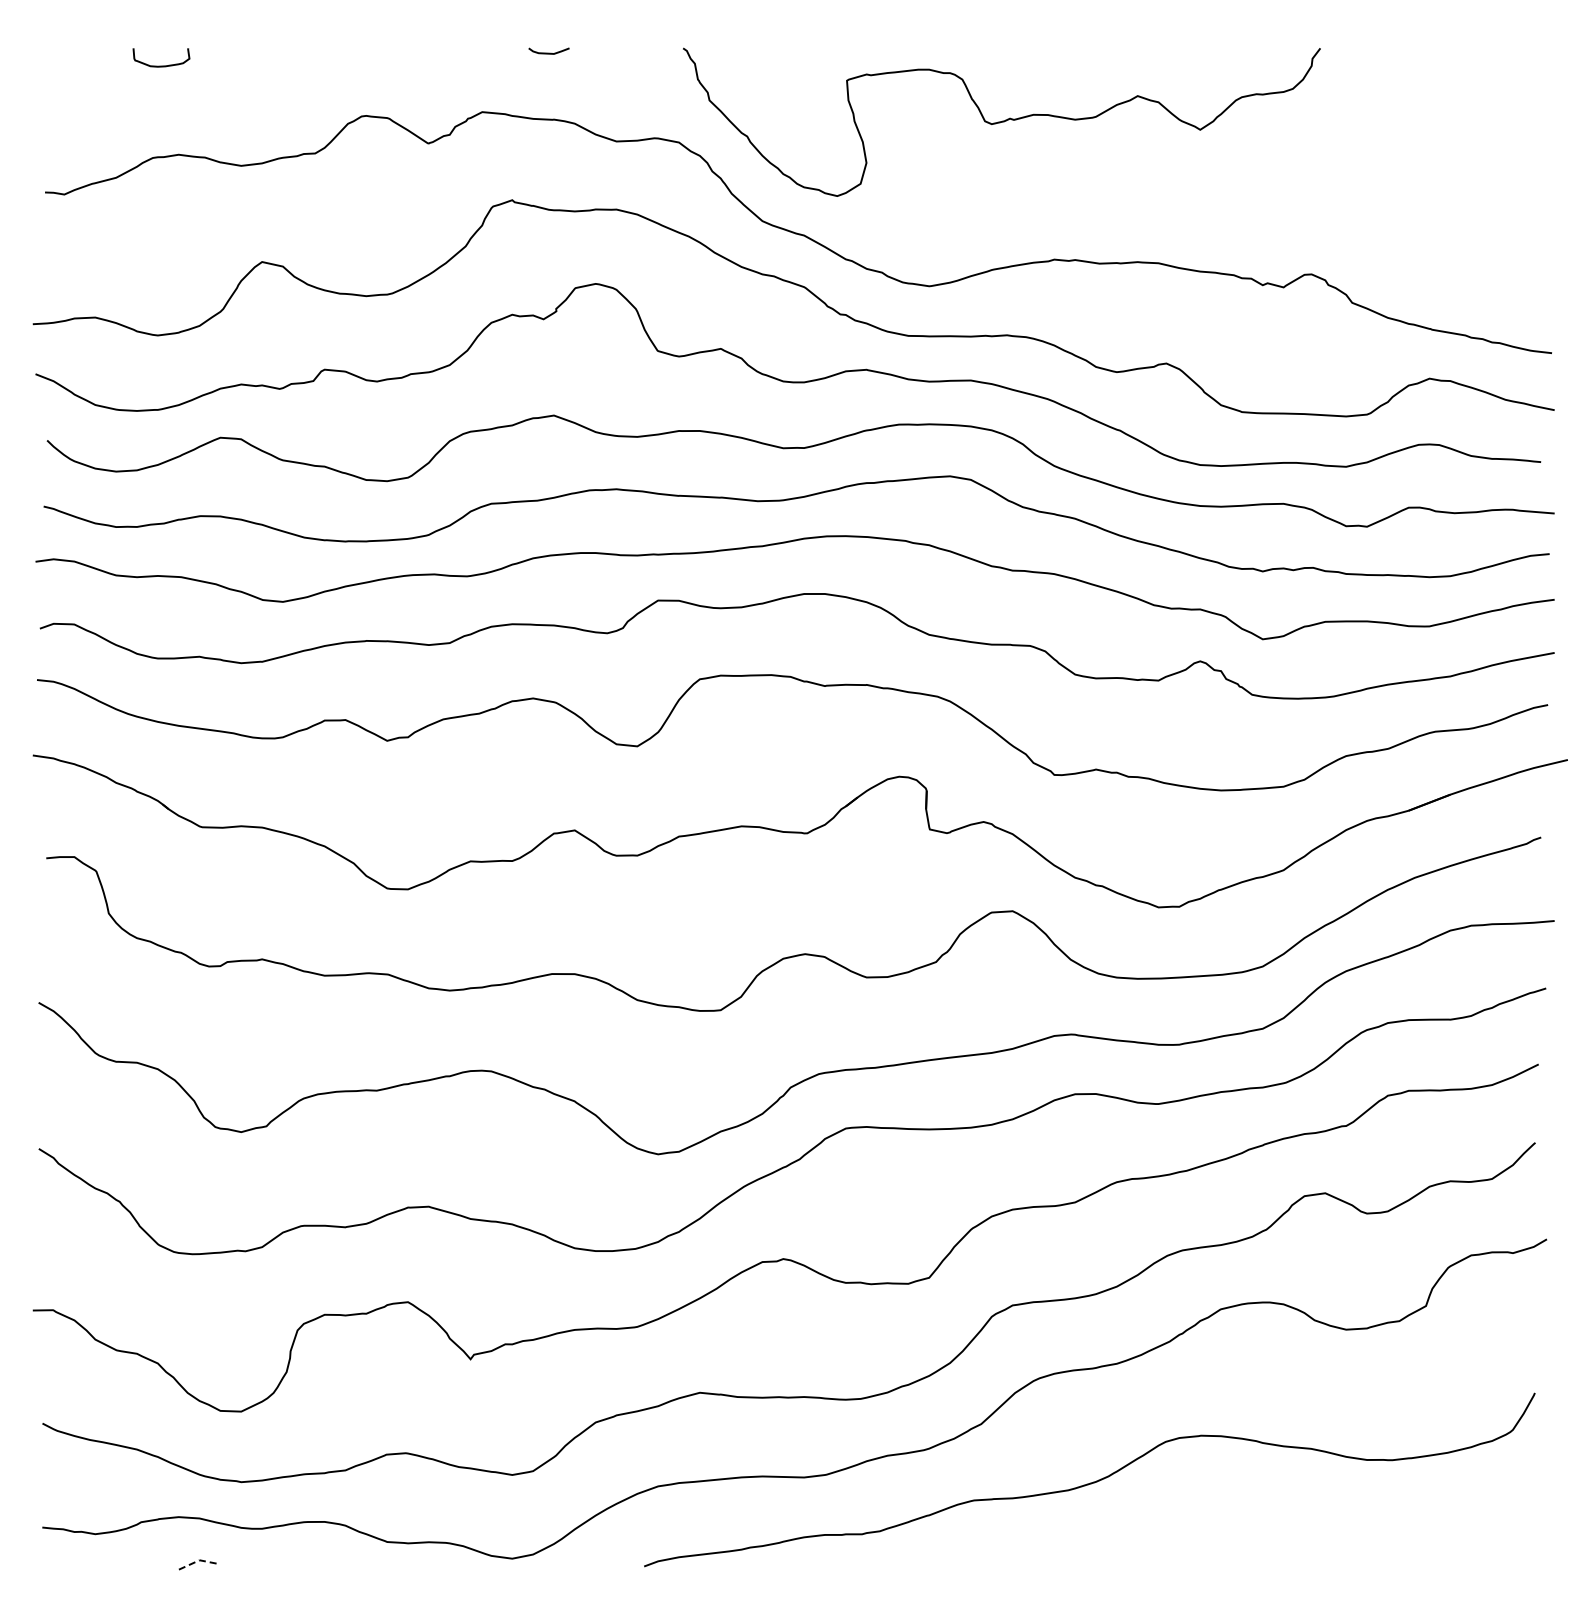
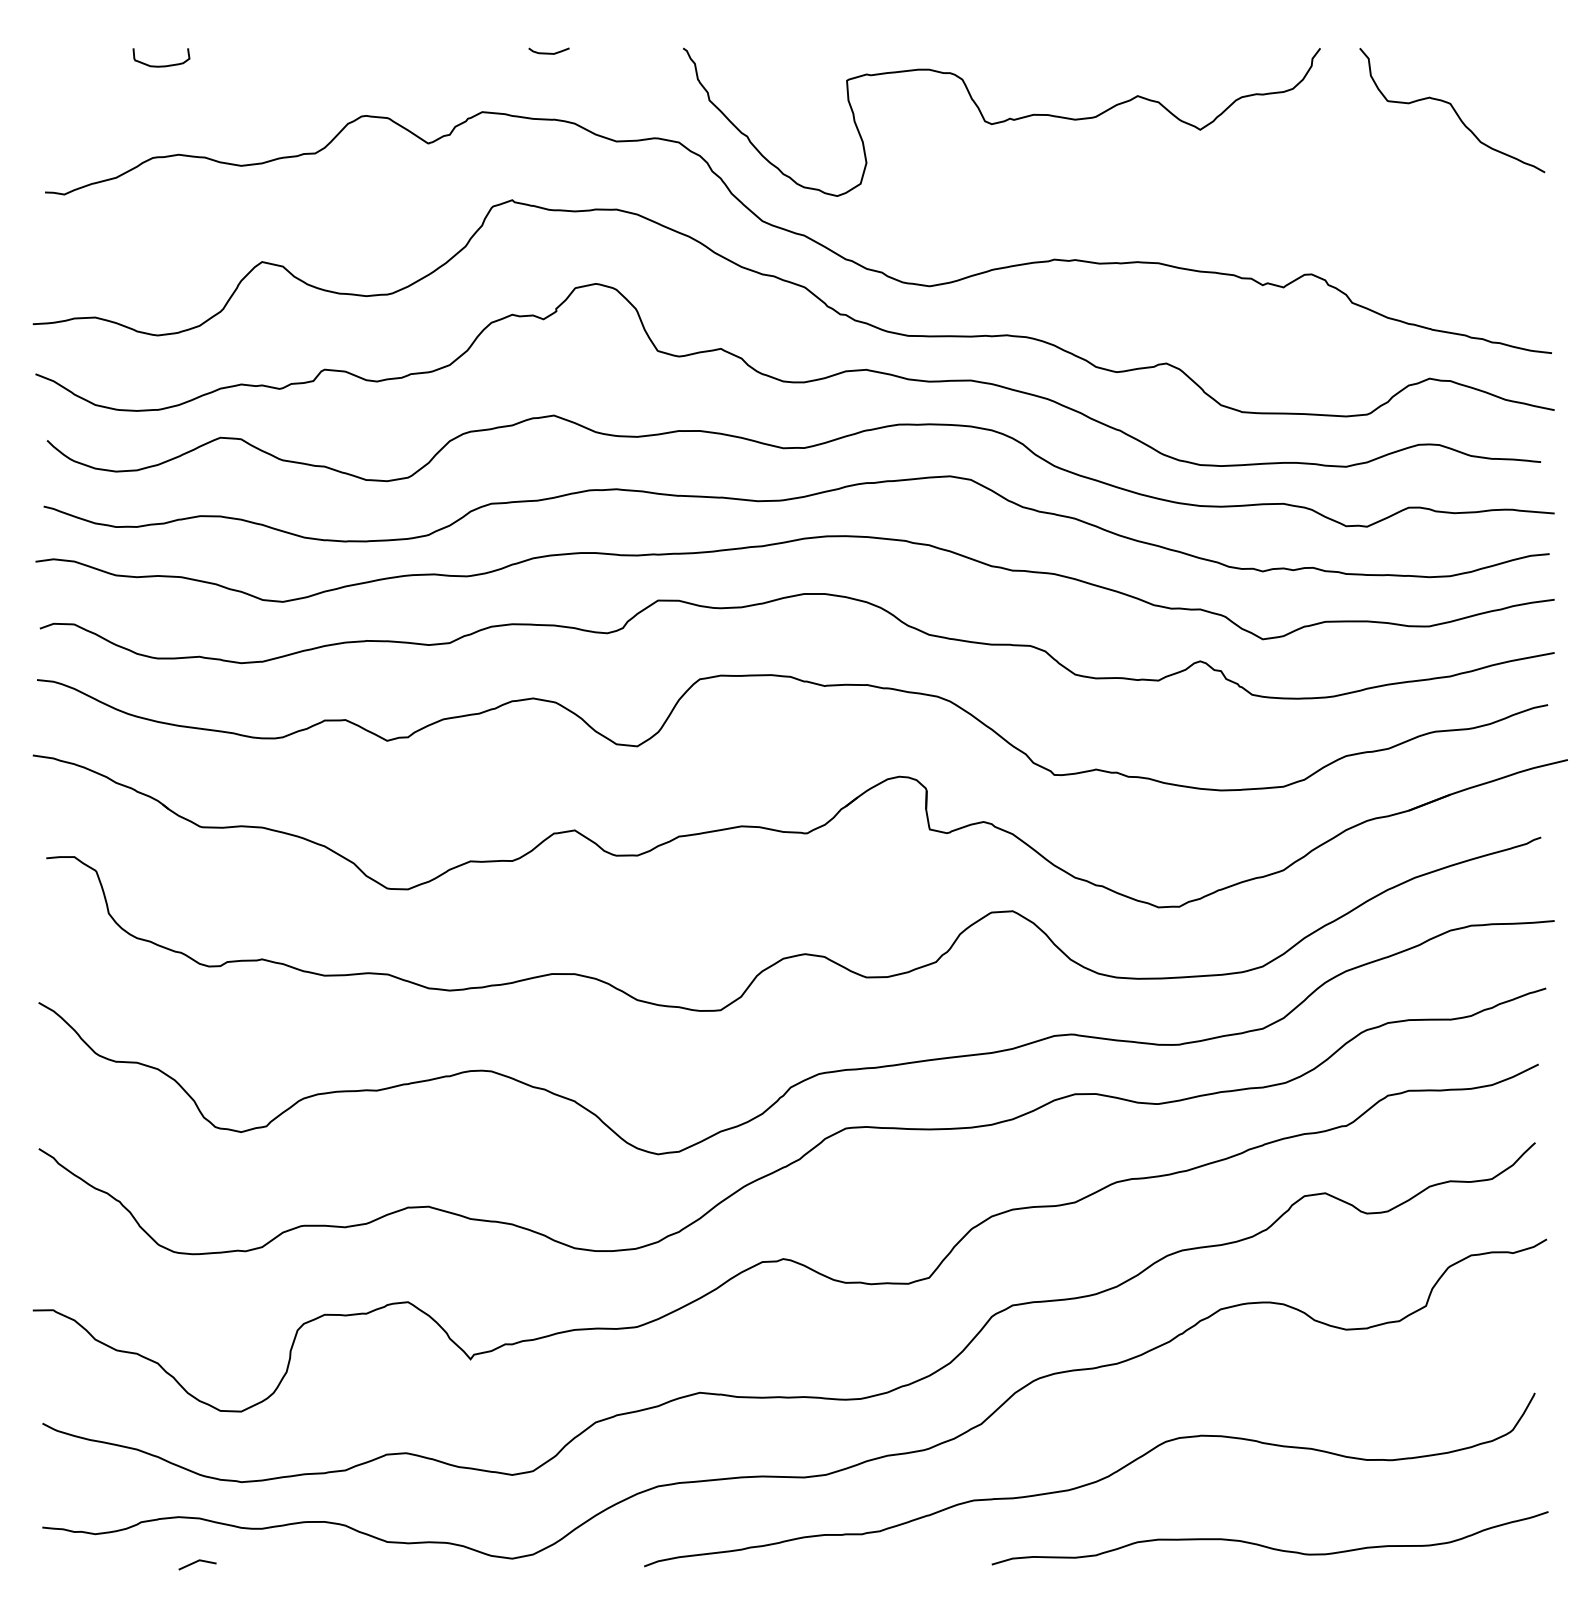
curve at (1453, 110): none -> present
curve at (1265, 1545): none -> present
line at (197, 1561): dashed -> solid
